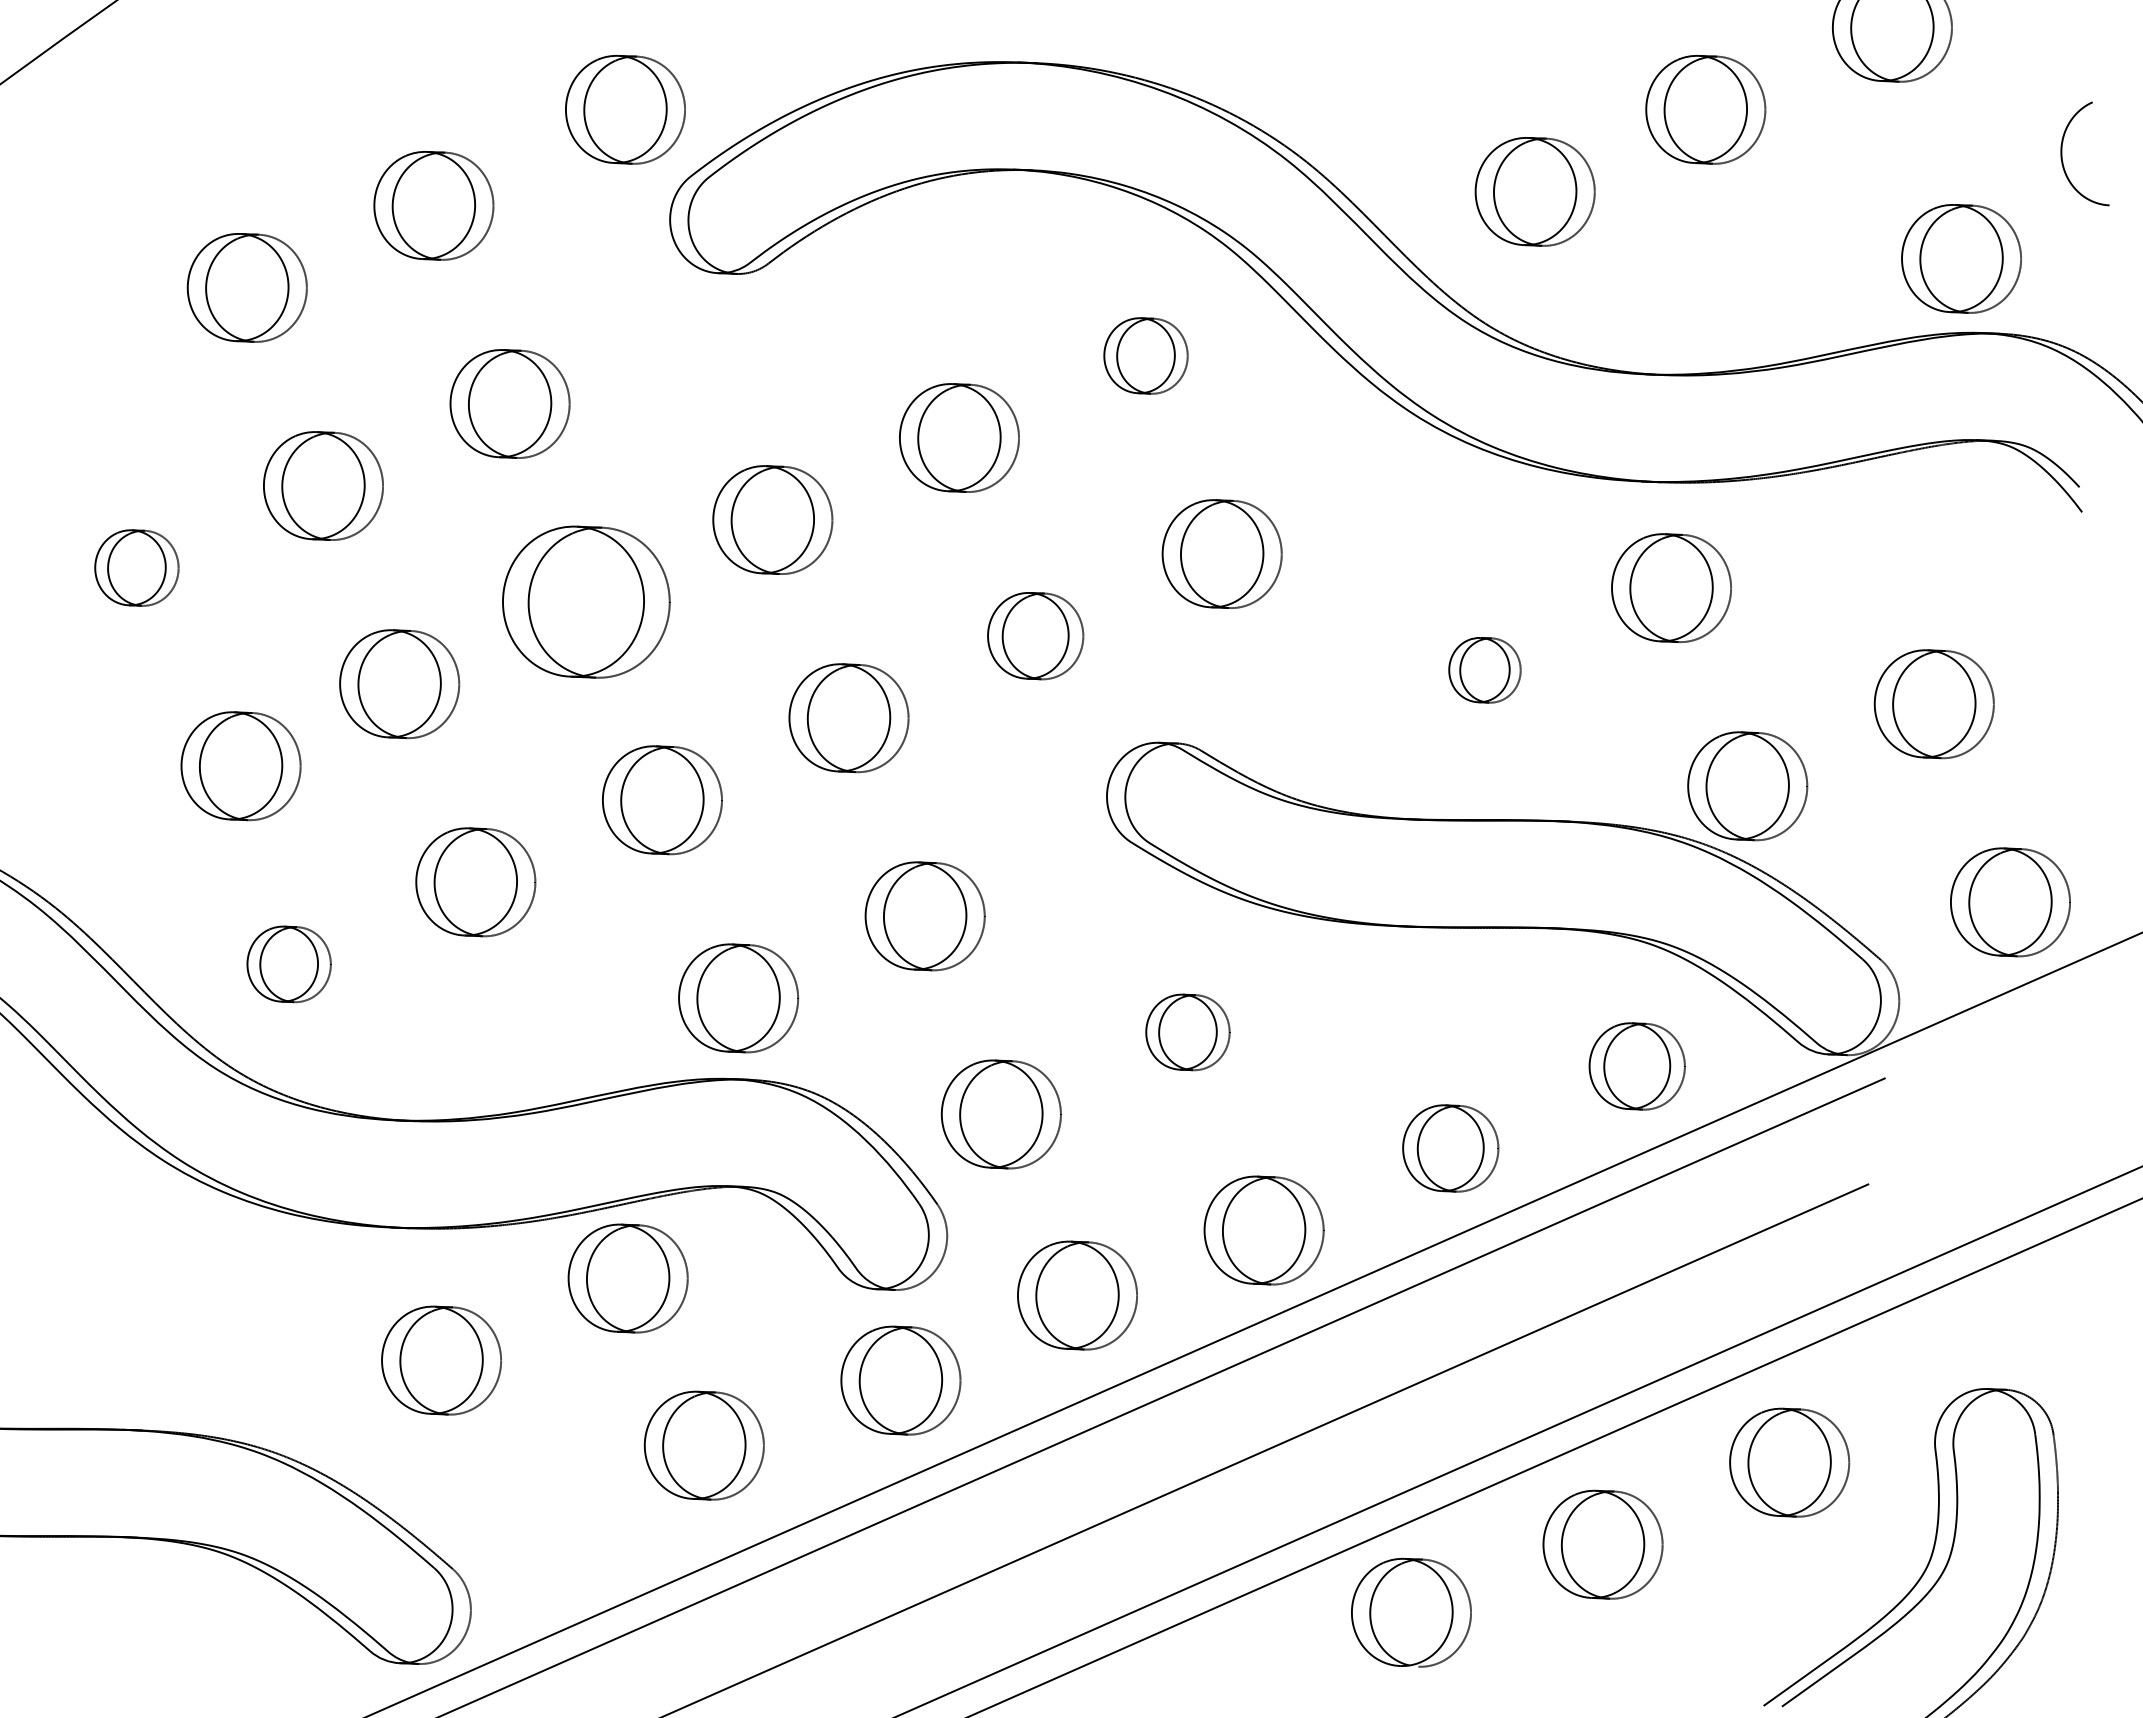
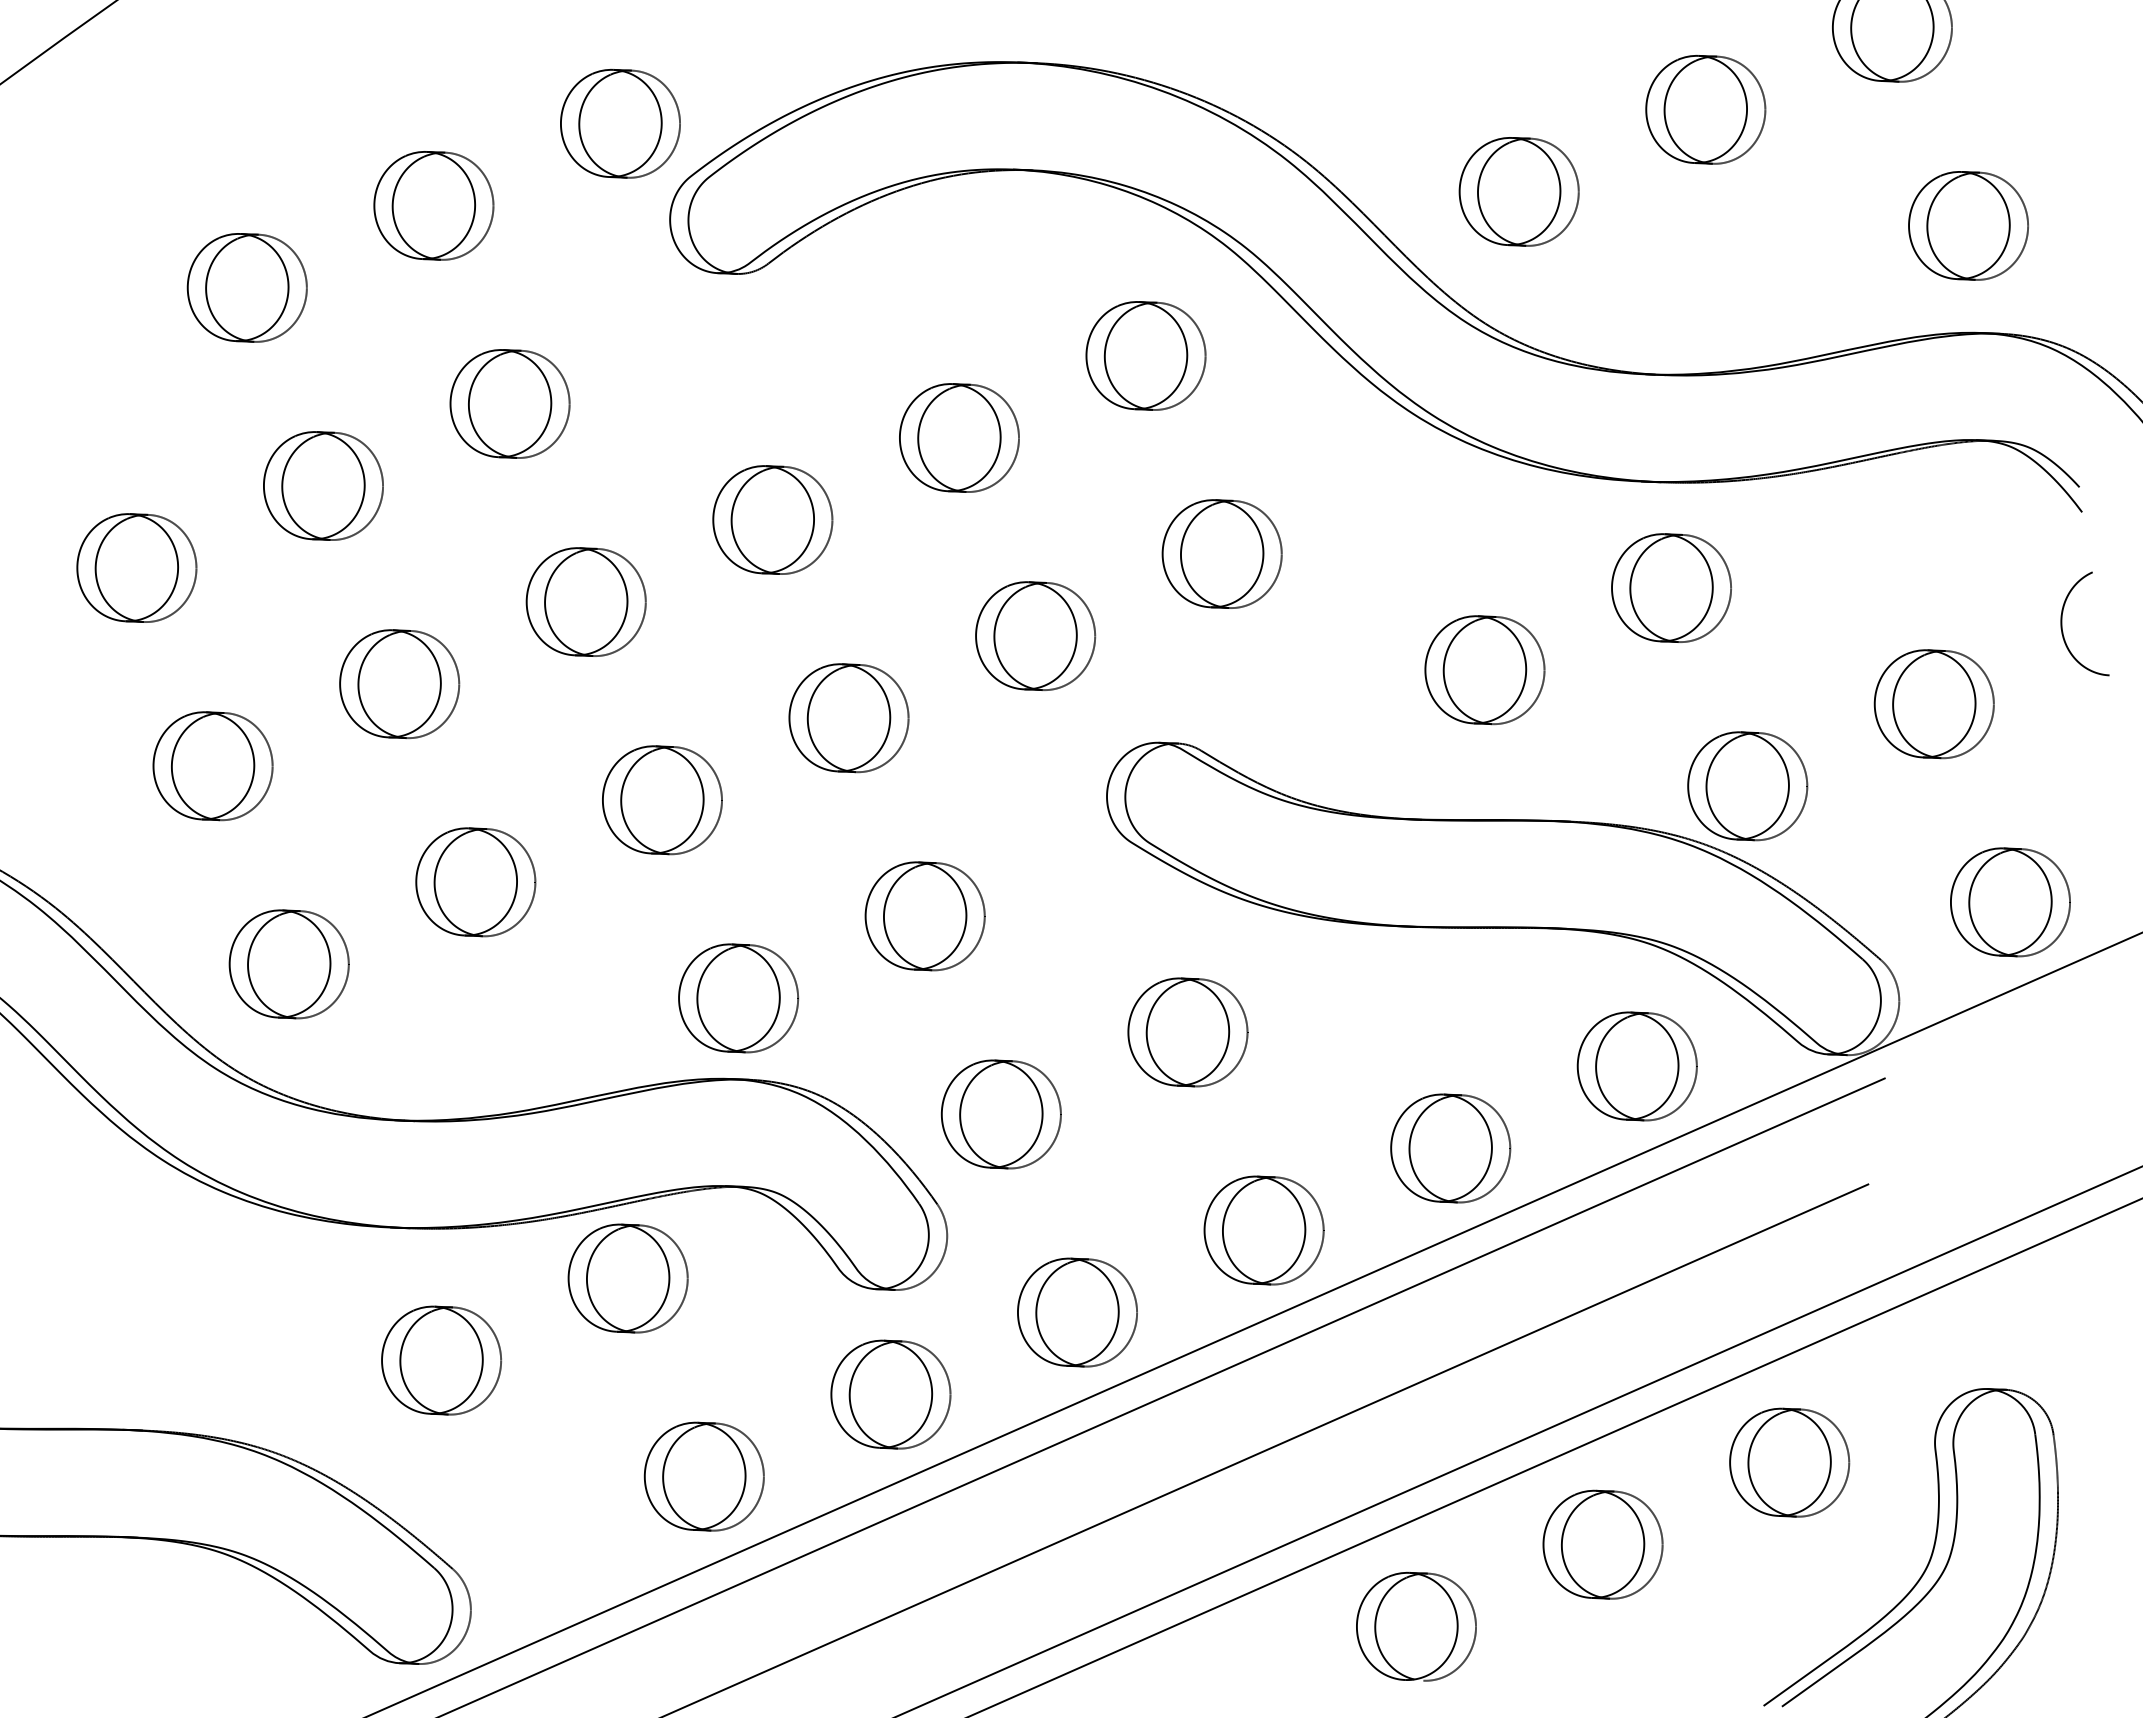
part at (625, 109) position: (625, 109) -> (620, 123)
curve at (2062, 153) position: (2062, 153) -> (2062, 623)
part at (1534, 191) position: (1534, 191) -> (1518, 191)
part at (1961, 258) position: (1961, 258) -> (1968, 225)
part at (1145, 355) size: 86x78 px -> 122x110 px
part at (136, 567) size: 86x78 px -> 122x110 px
part at (586, 601) size: 169x154 px -> 122x110 px
part at (1035, 636) size: 98x89 px -> 122x110 px
part at (1484, 670) size: 74x67 px -> 122x111 px
part at (240, 766) position: (240, 766) -> (212, 766)
part at (288, 964) size: 86x79 px -> 122x111 px
part at (1187, 1032) size: 86x79 px -> 122x111 px
part at (1636, 1066) size: 98x89 px -> 122x111 px
part at (1450, 1148) size: 98x89 px -> 122x111 px
part at (1077, 1295) position: (1077, 1295) -> (1077, 1312)
part at (900, 1380) position: (900, 1380) -> (890, 1394)
part at (703, 1445) position: (703, 1445) -> (703, 1476)
part at (1411, 1612) position: (1411, 1612) -> (1416, 1626)
